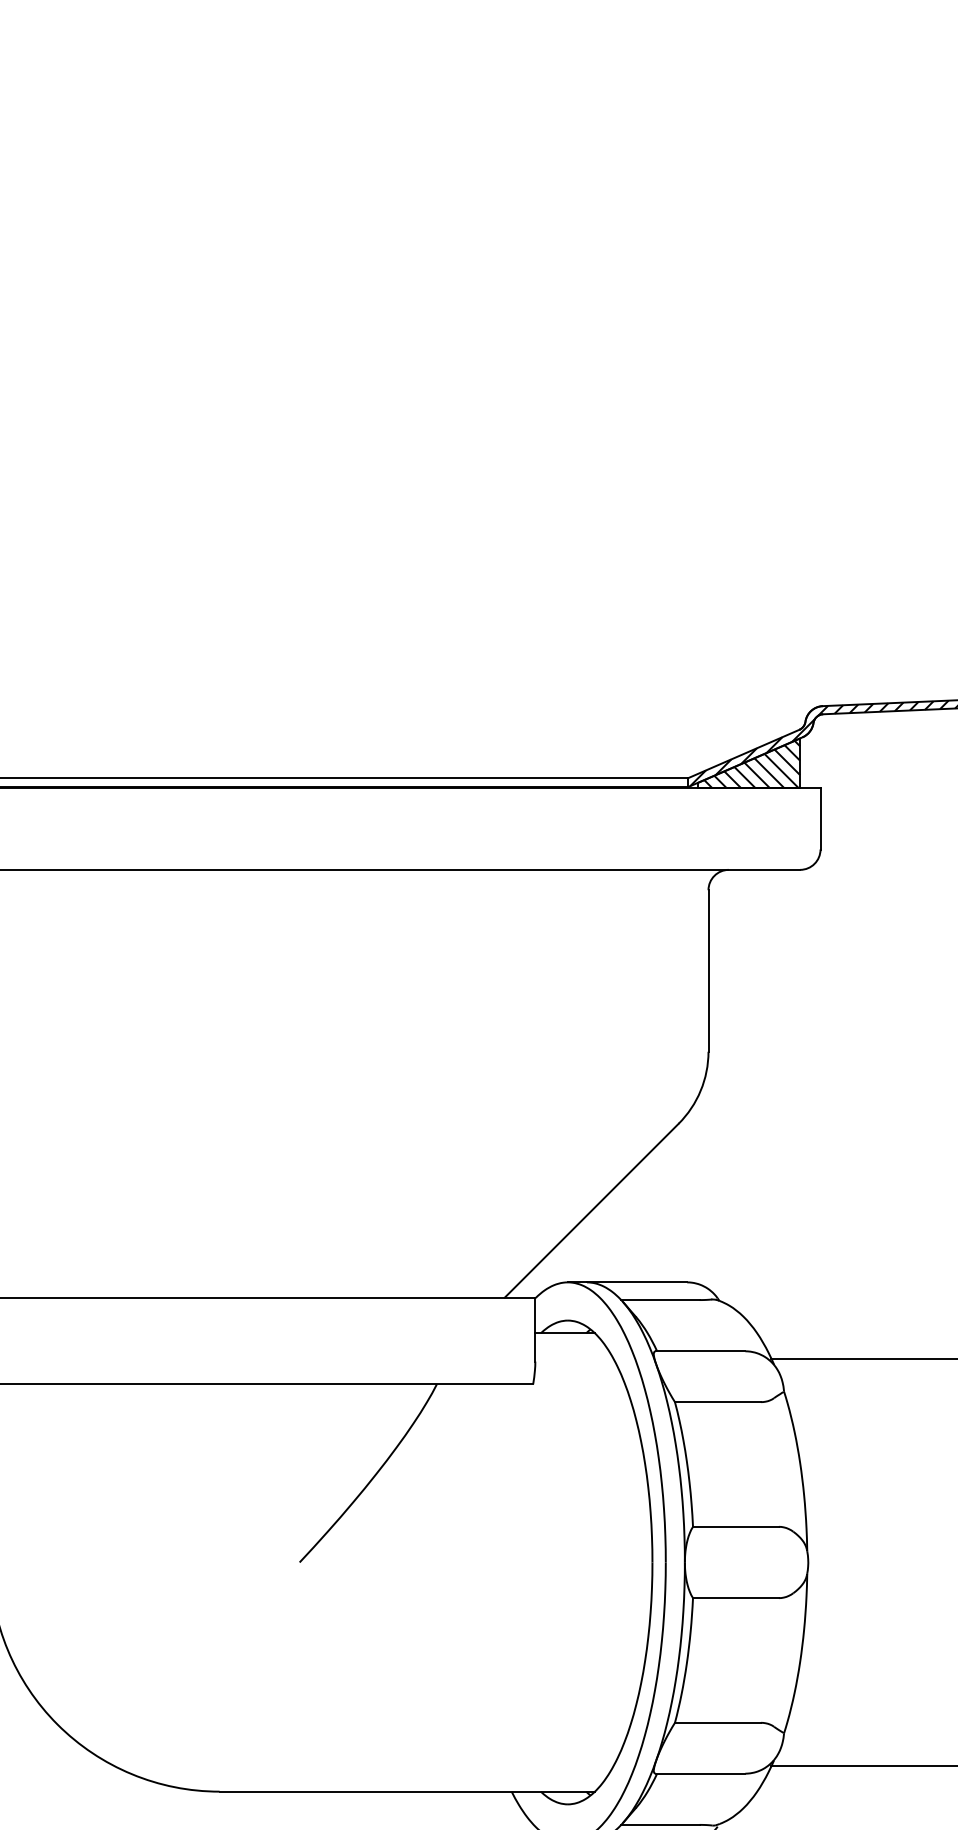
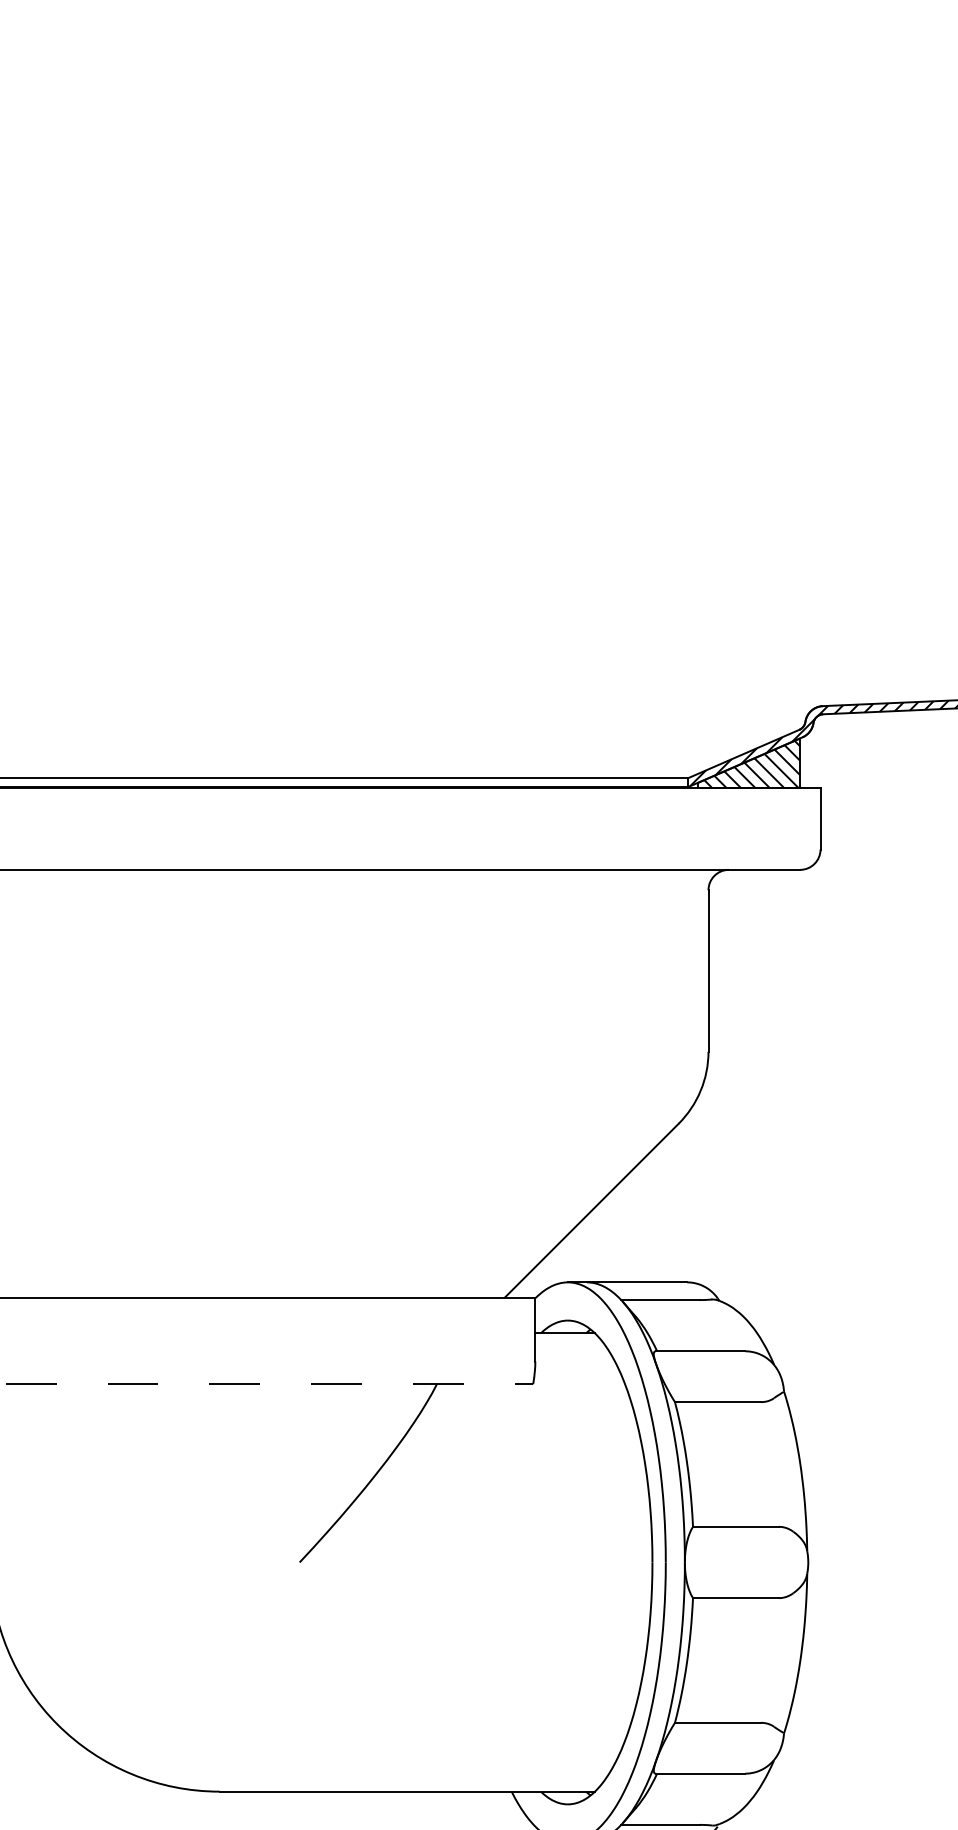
line at (862, 1358): present -> none
line at (267, 1384): solid -> dashed
line at (862, 1766): present -> none
